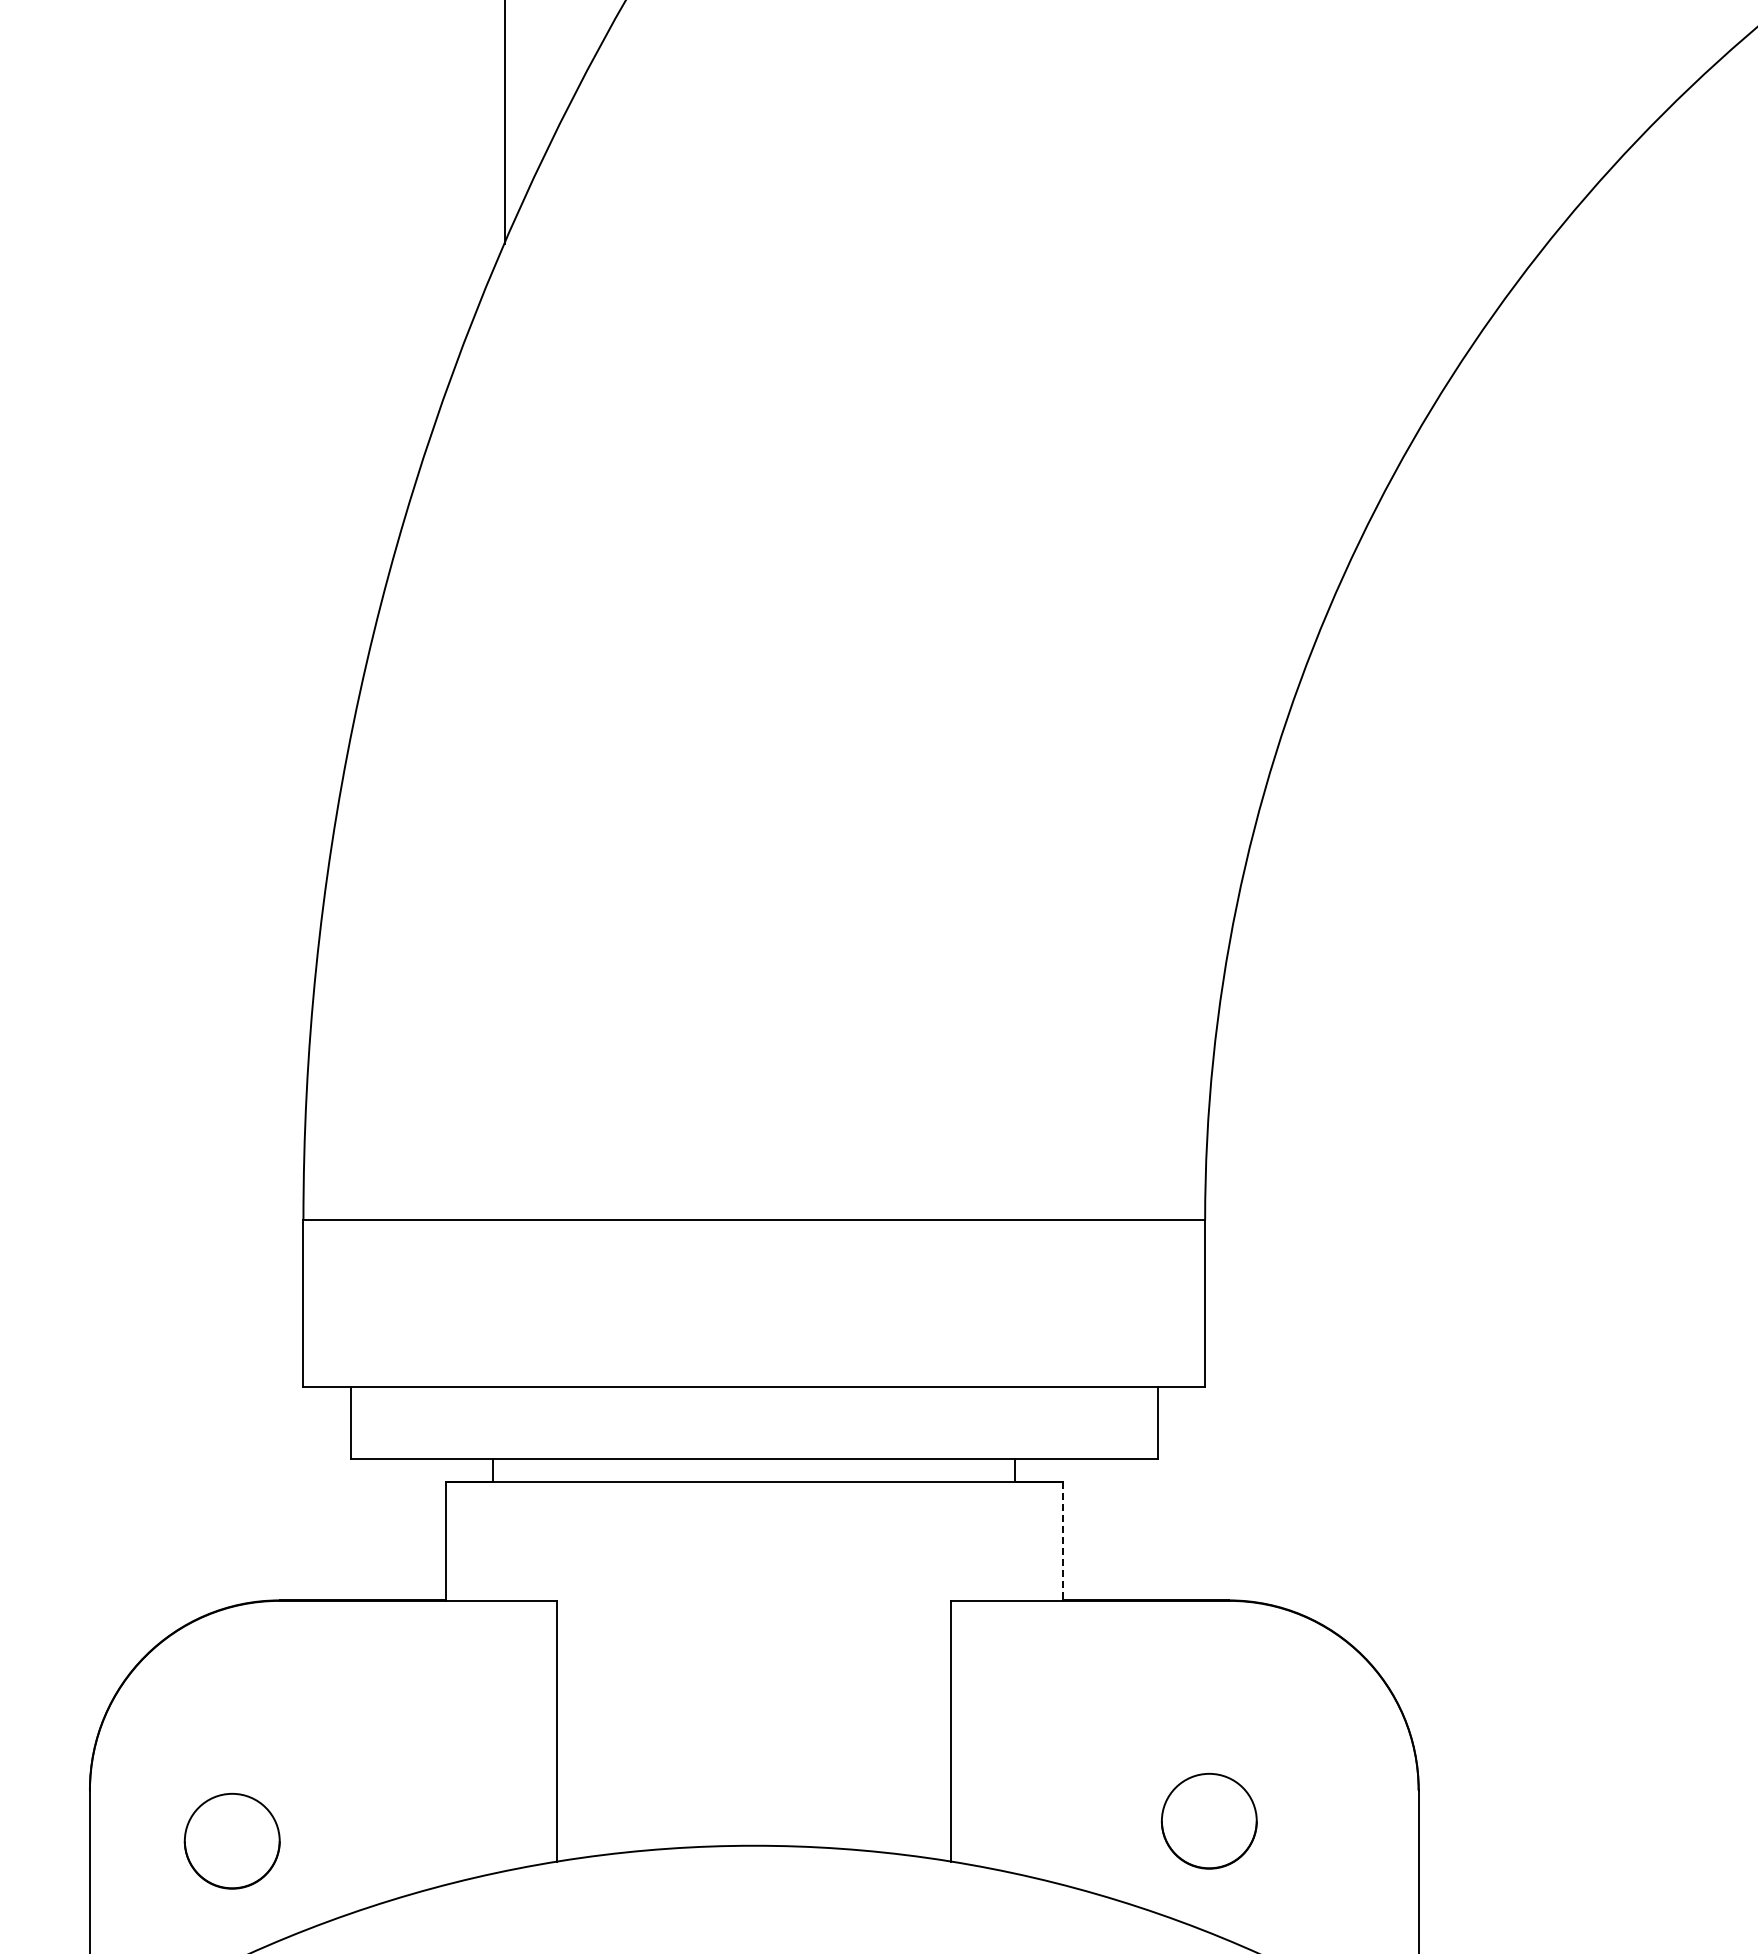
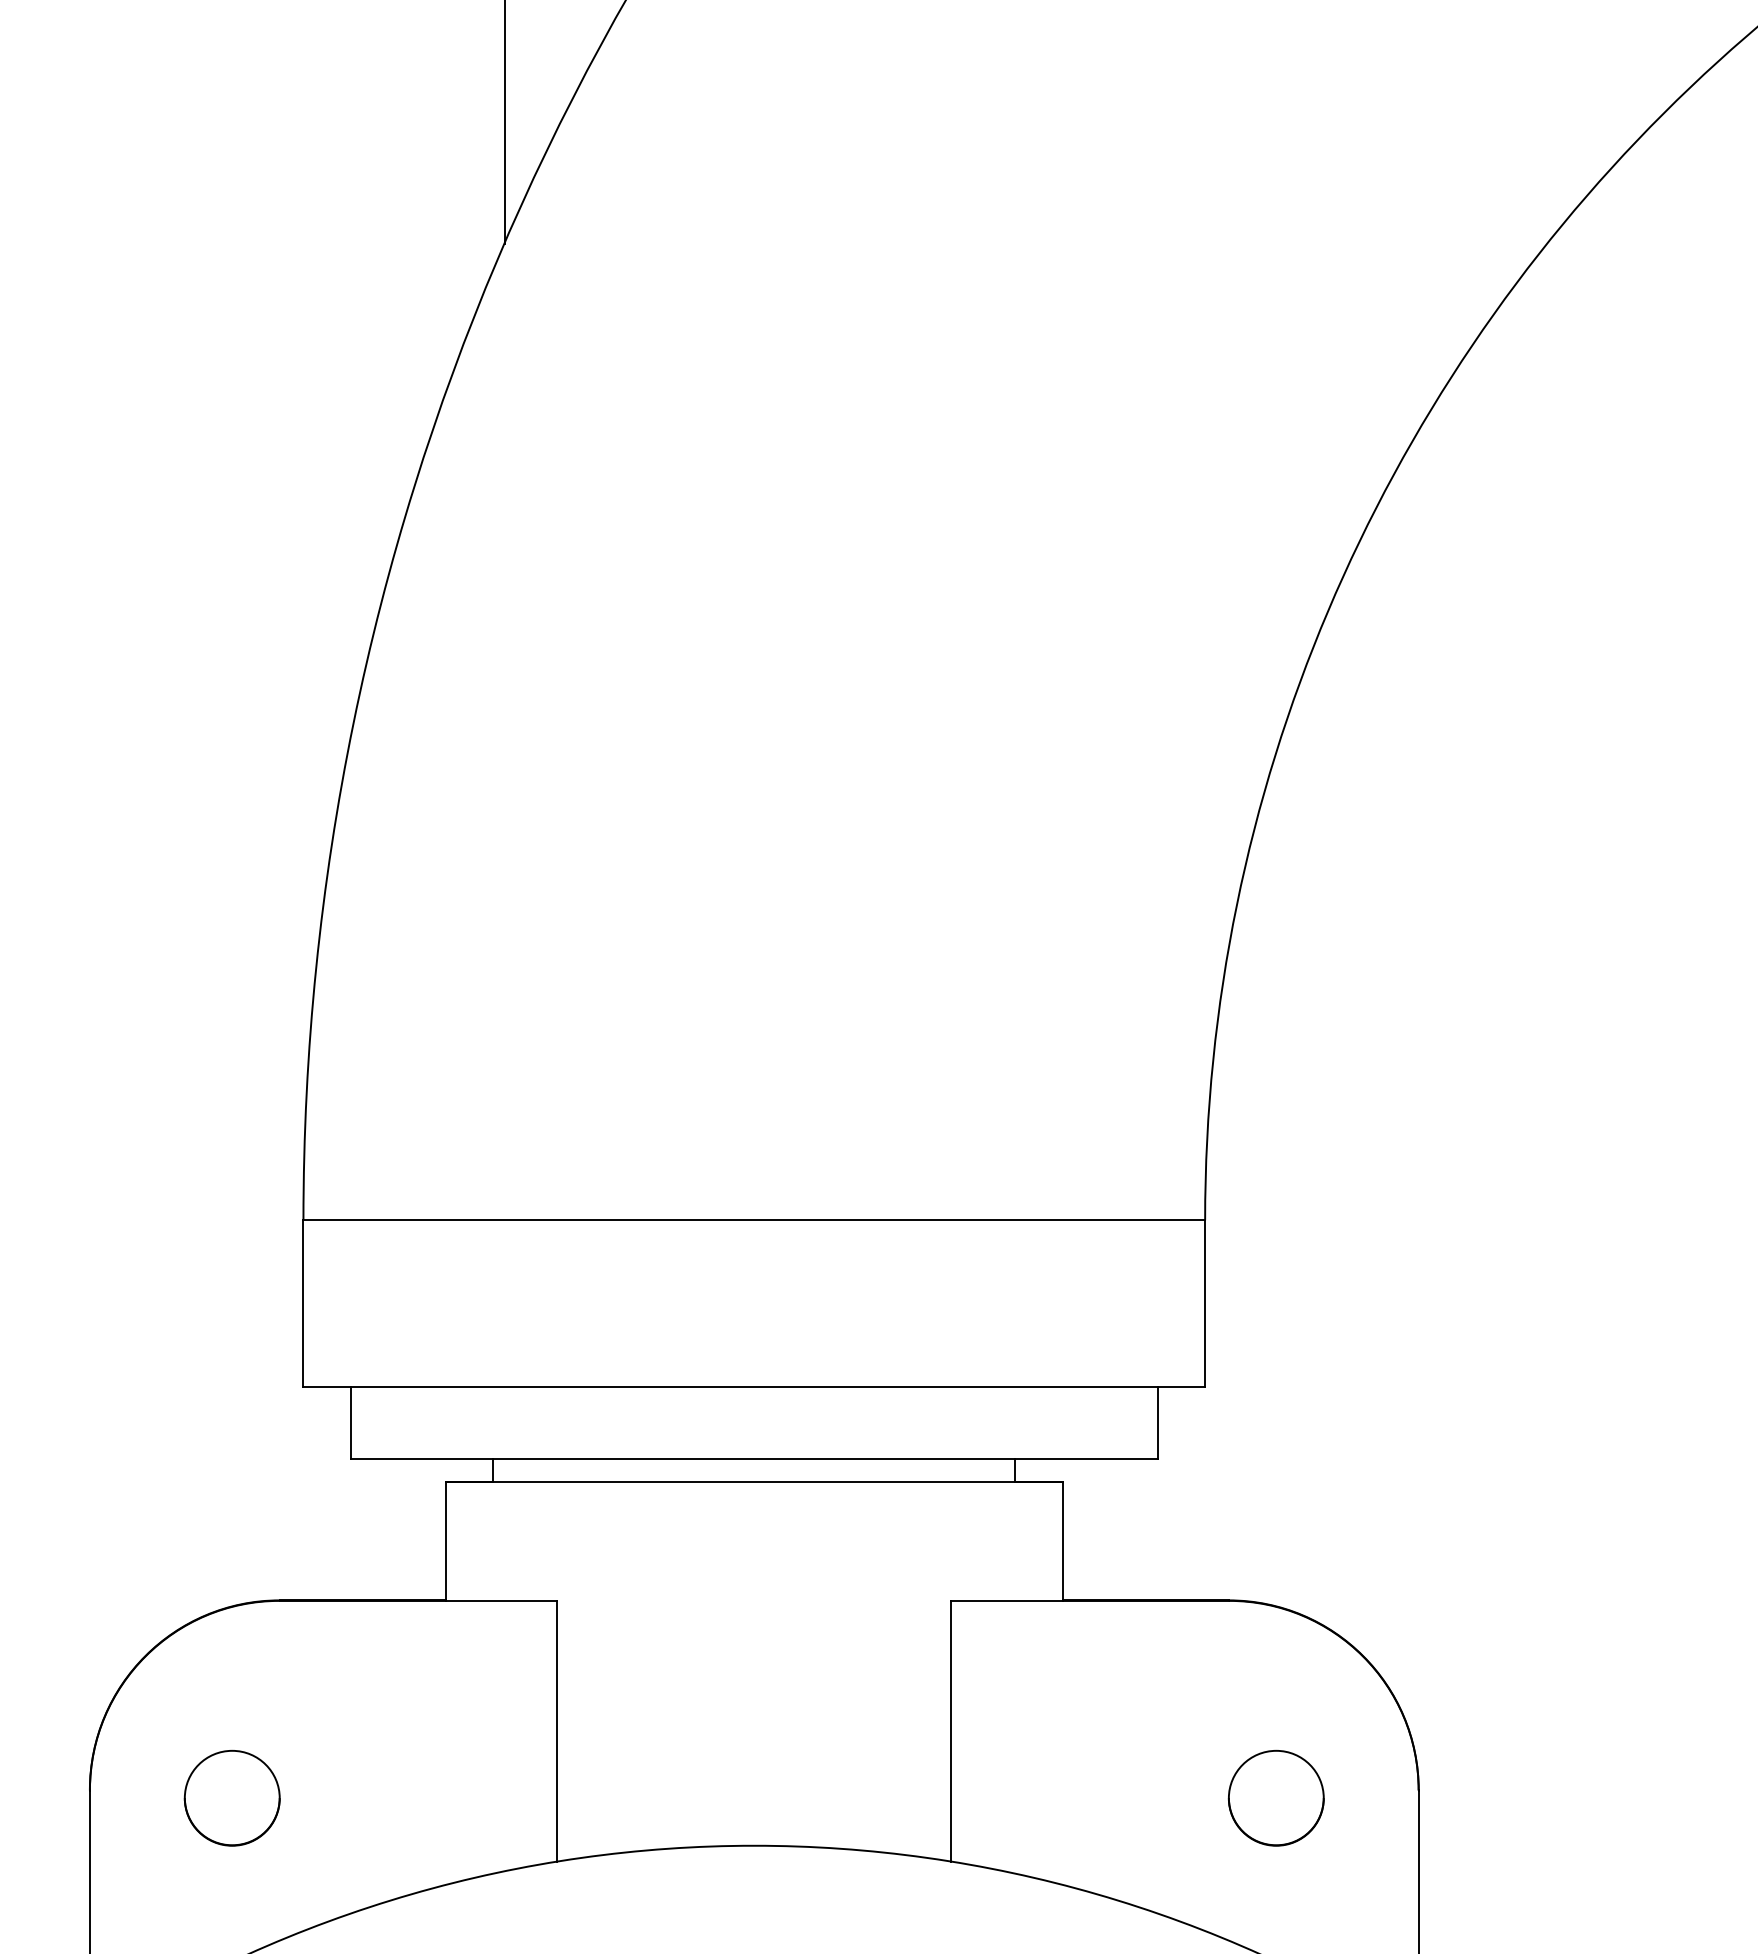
line at (1062, 1542): dashed -> solid
part at (1208, 1820) position: (1208, 1820) -> (1275, 1797)
part at (231, 1841) position: (231, 1841) -> (231, 1798)
